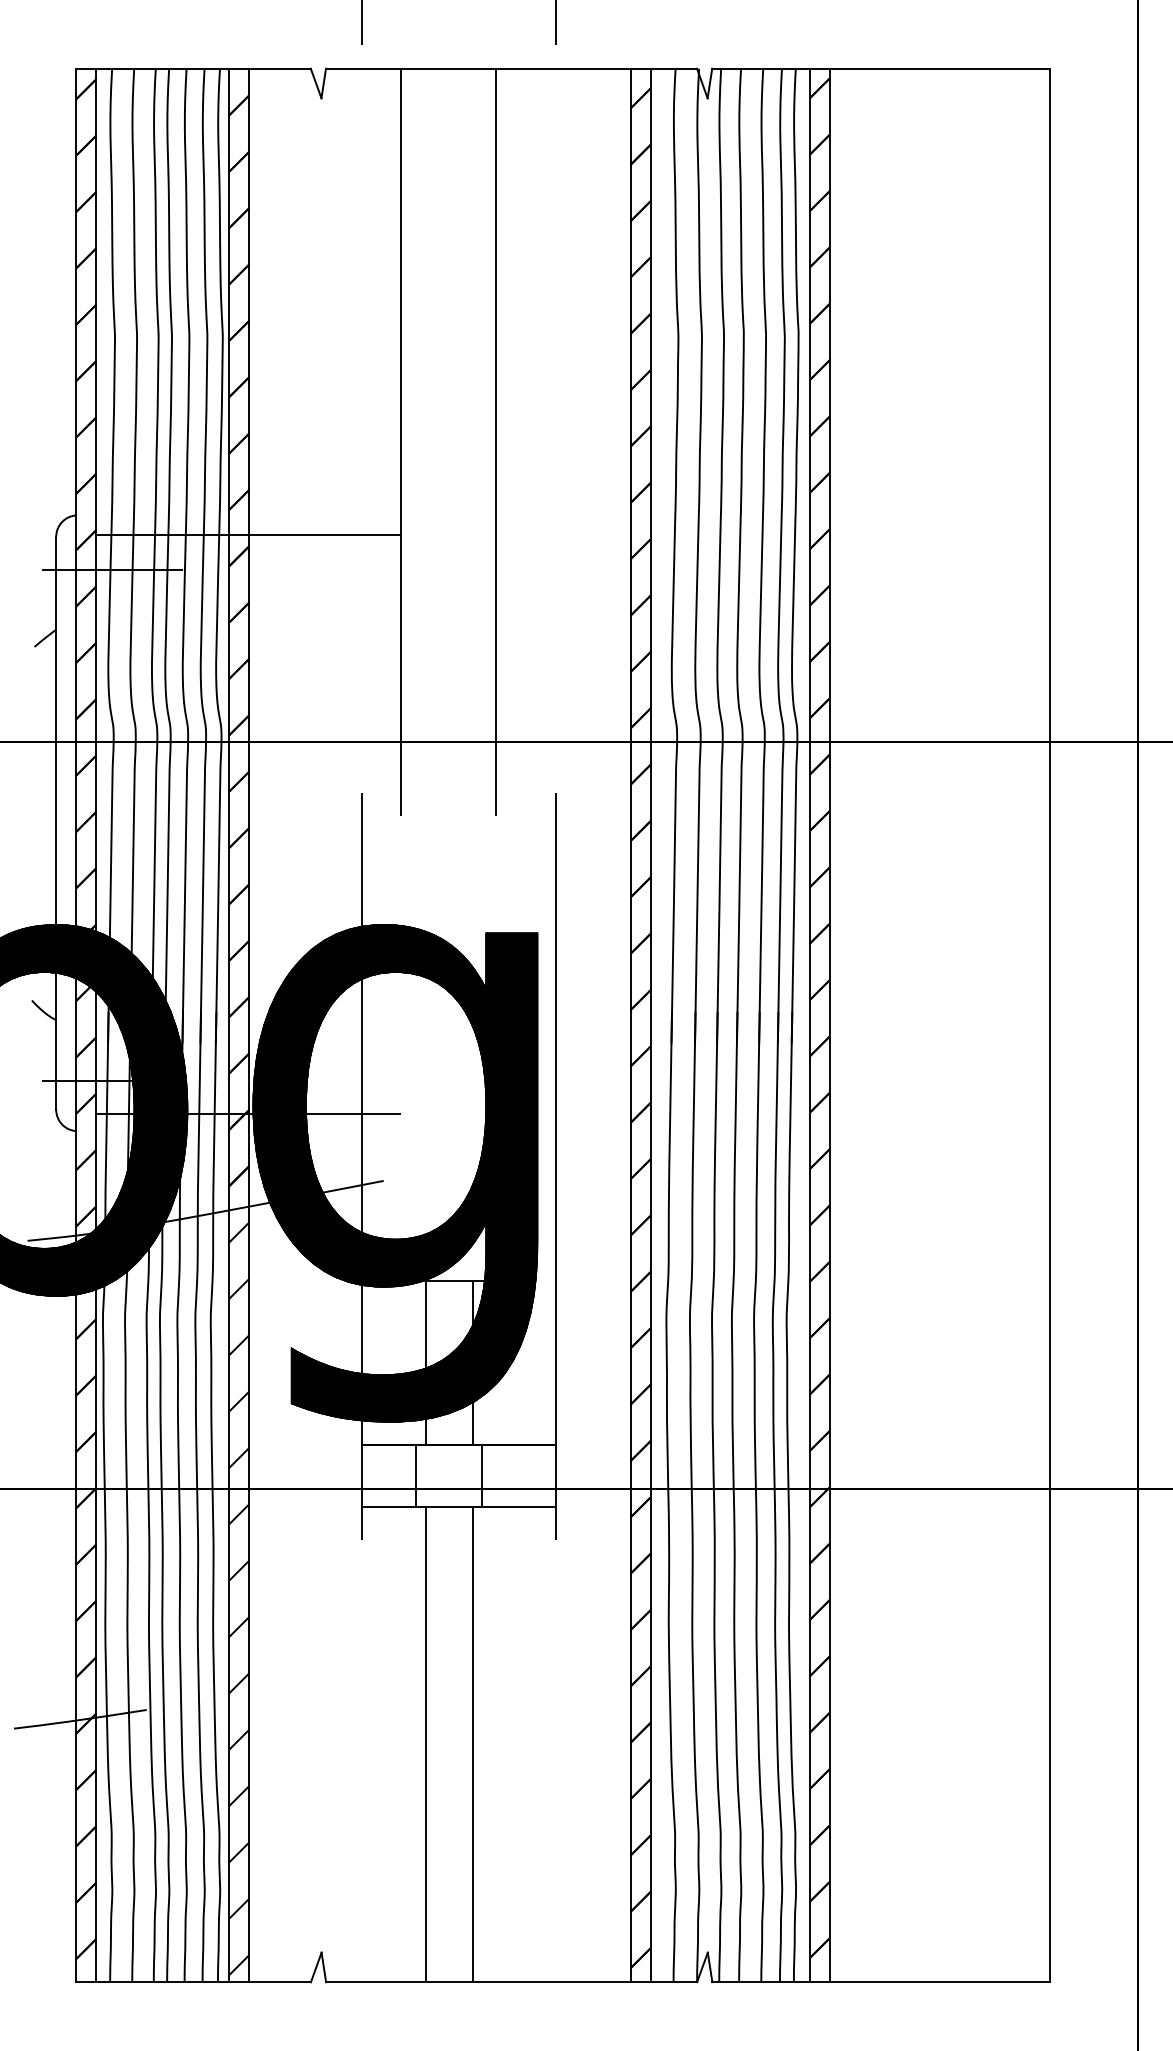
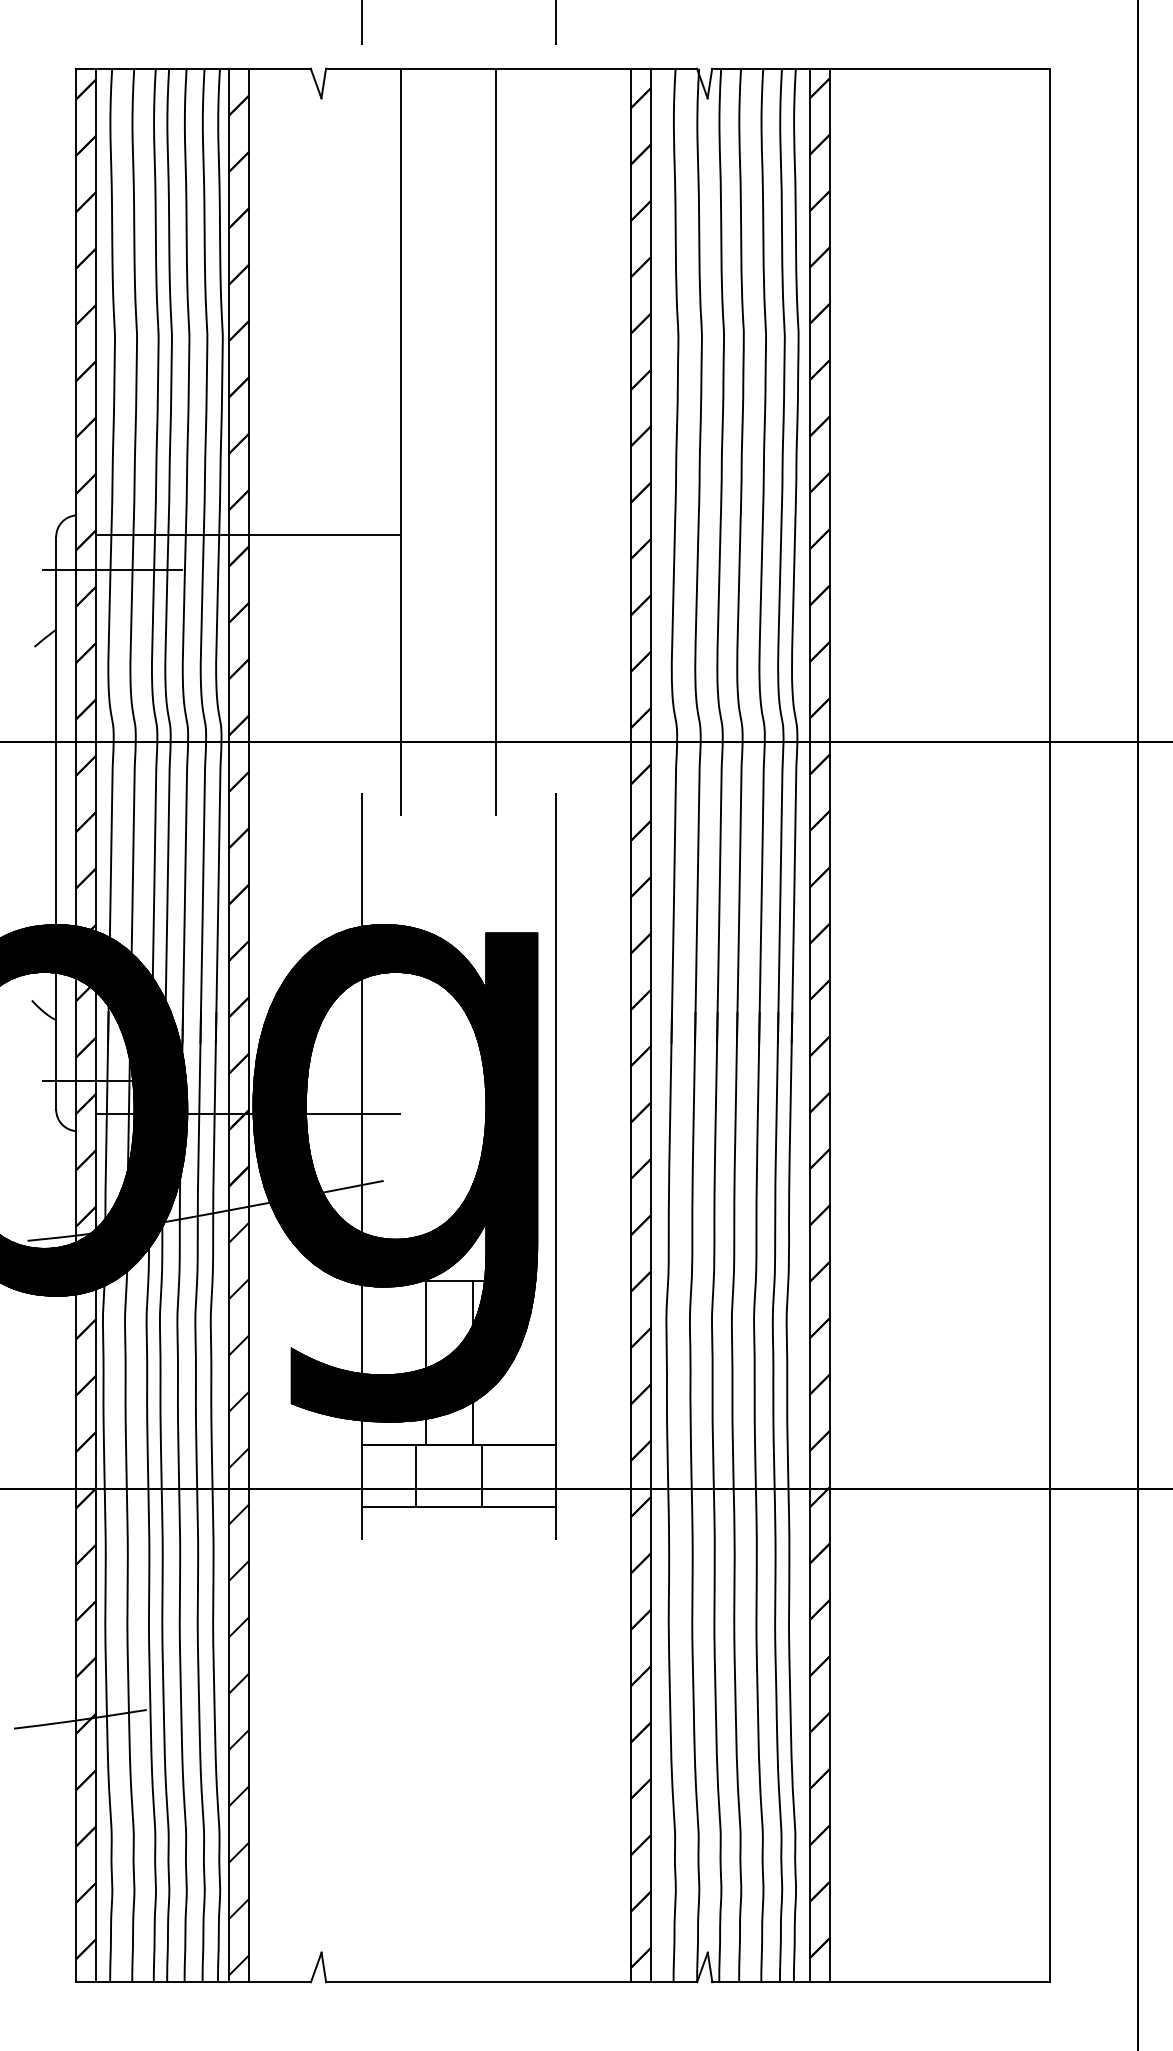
line at (426, 1744): present -> none
line at (473, 1744): present -> none
